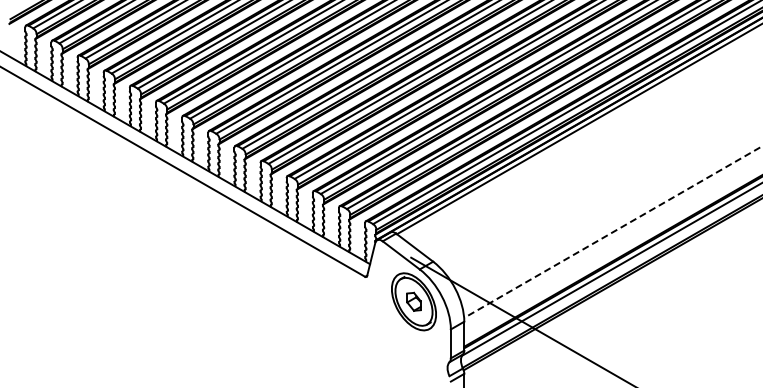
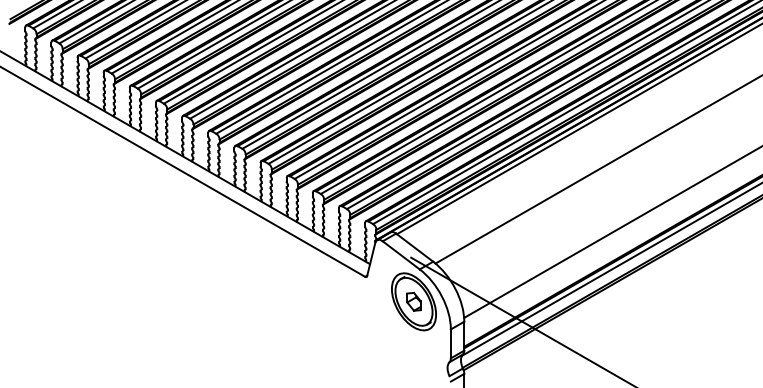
line at (597, 169): none -> present
line at (613, 232): dashed -> solid
